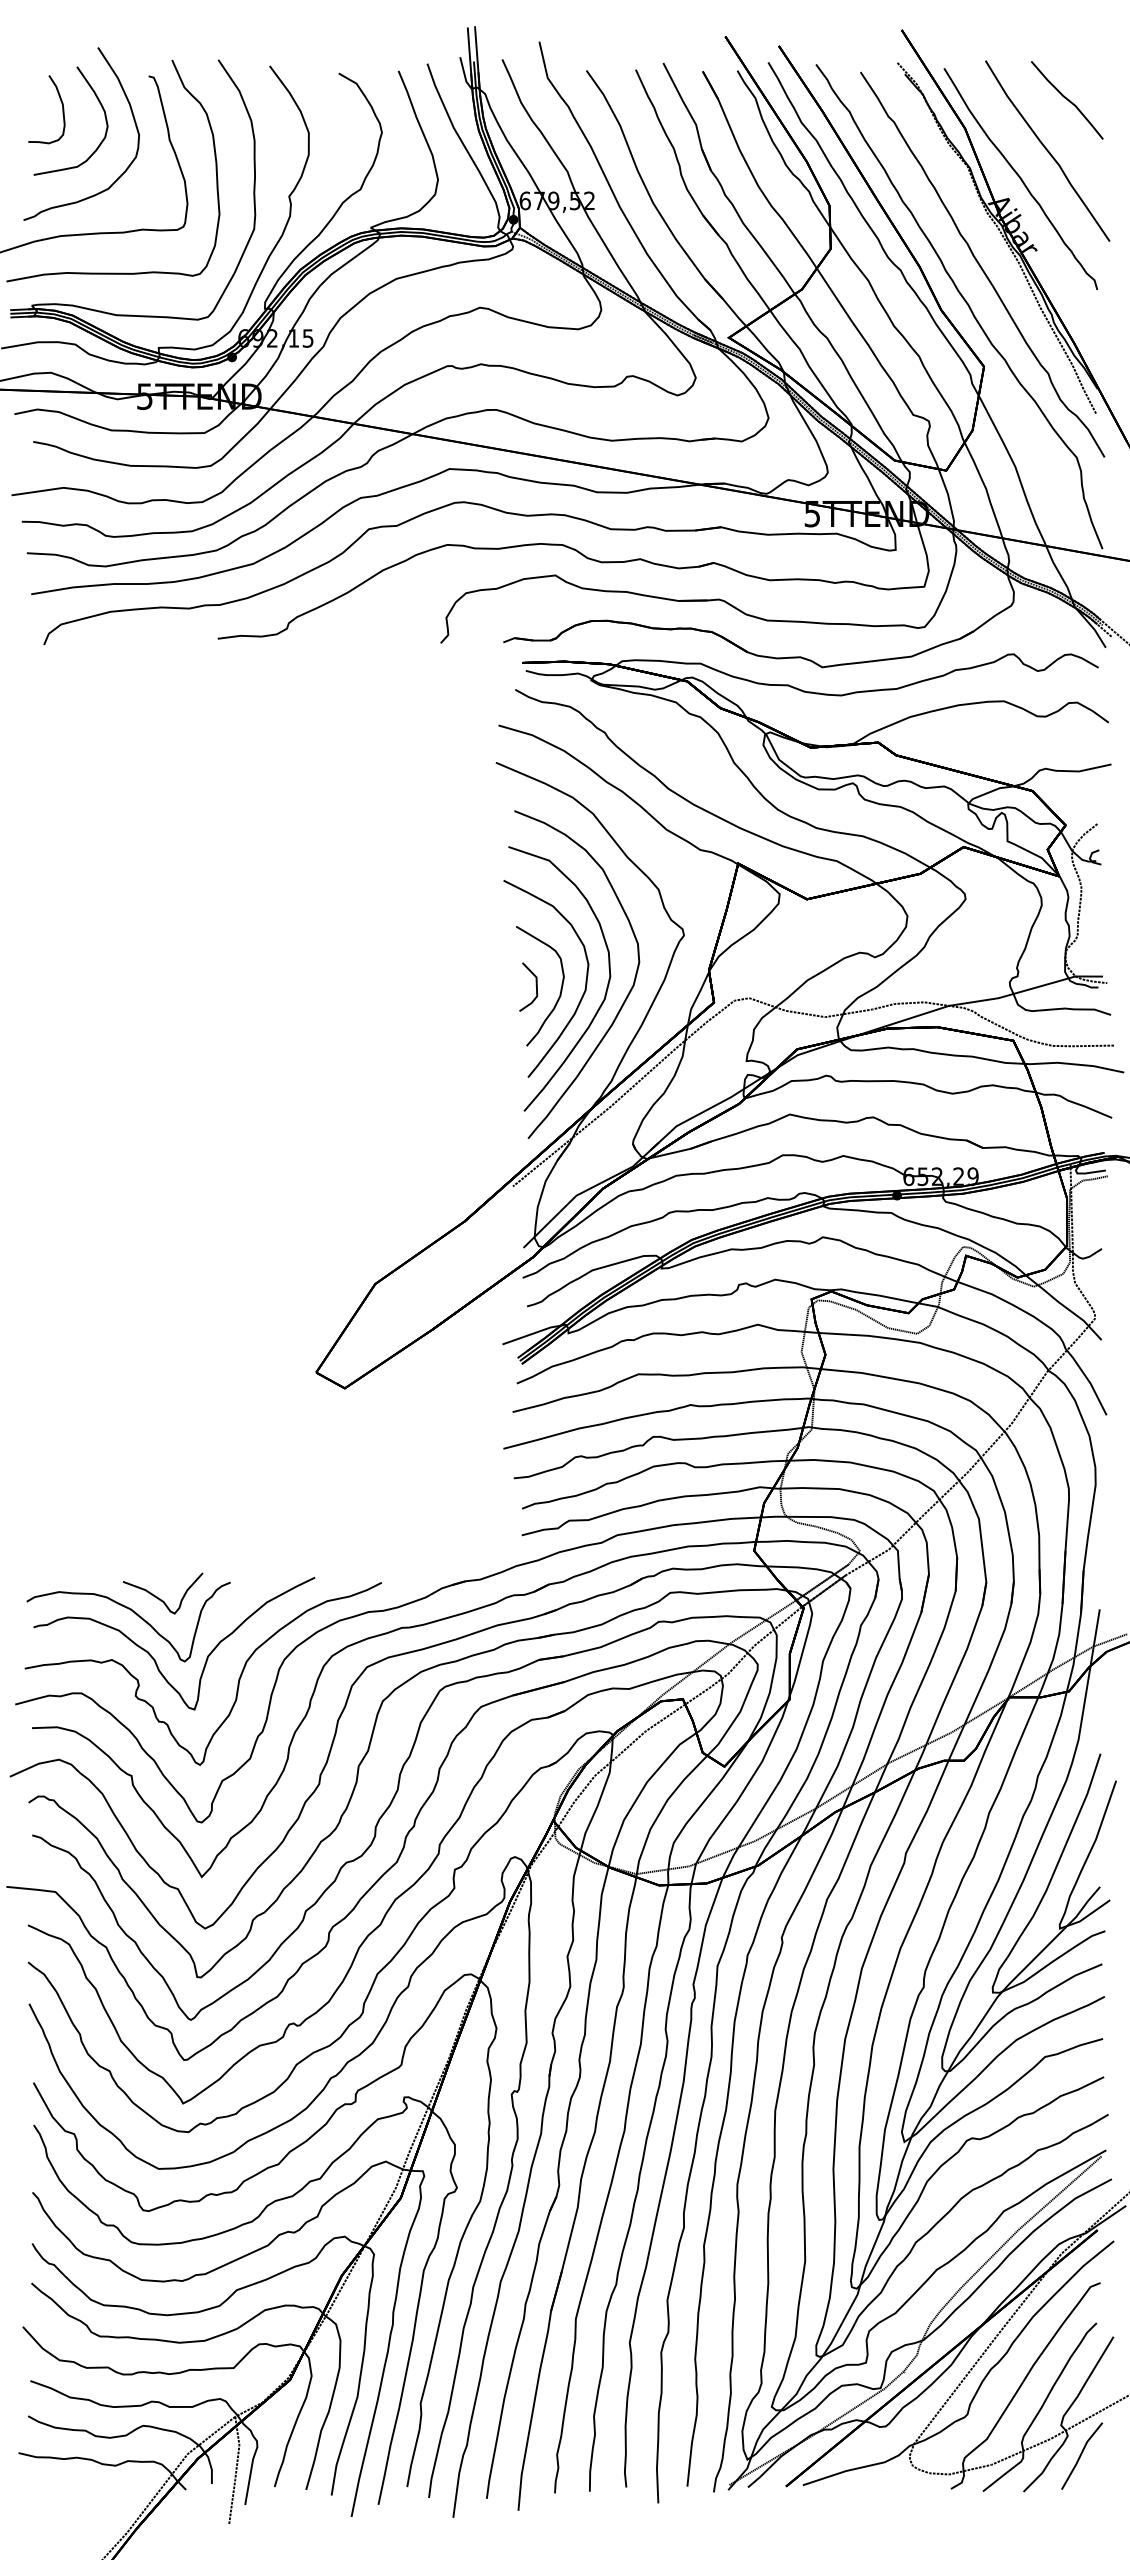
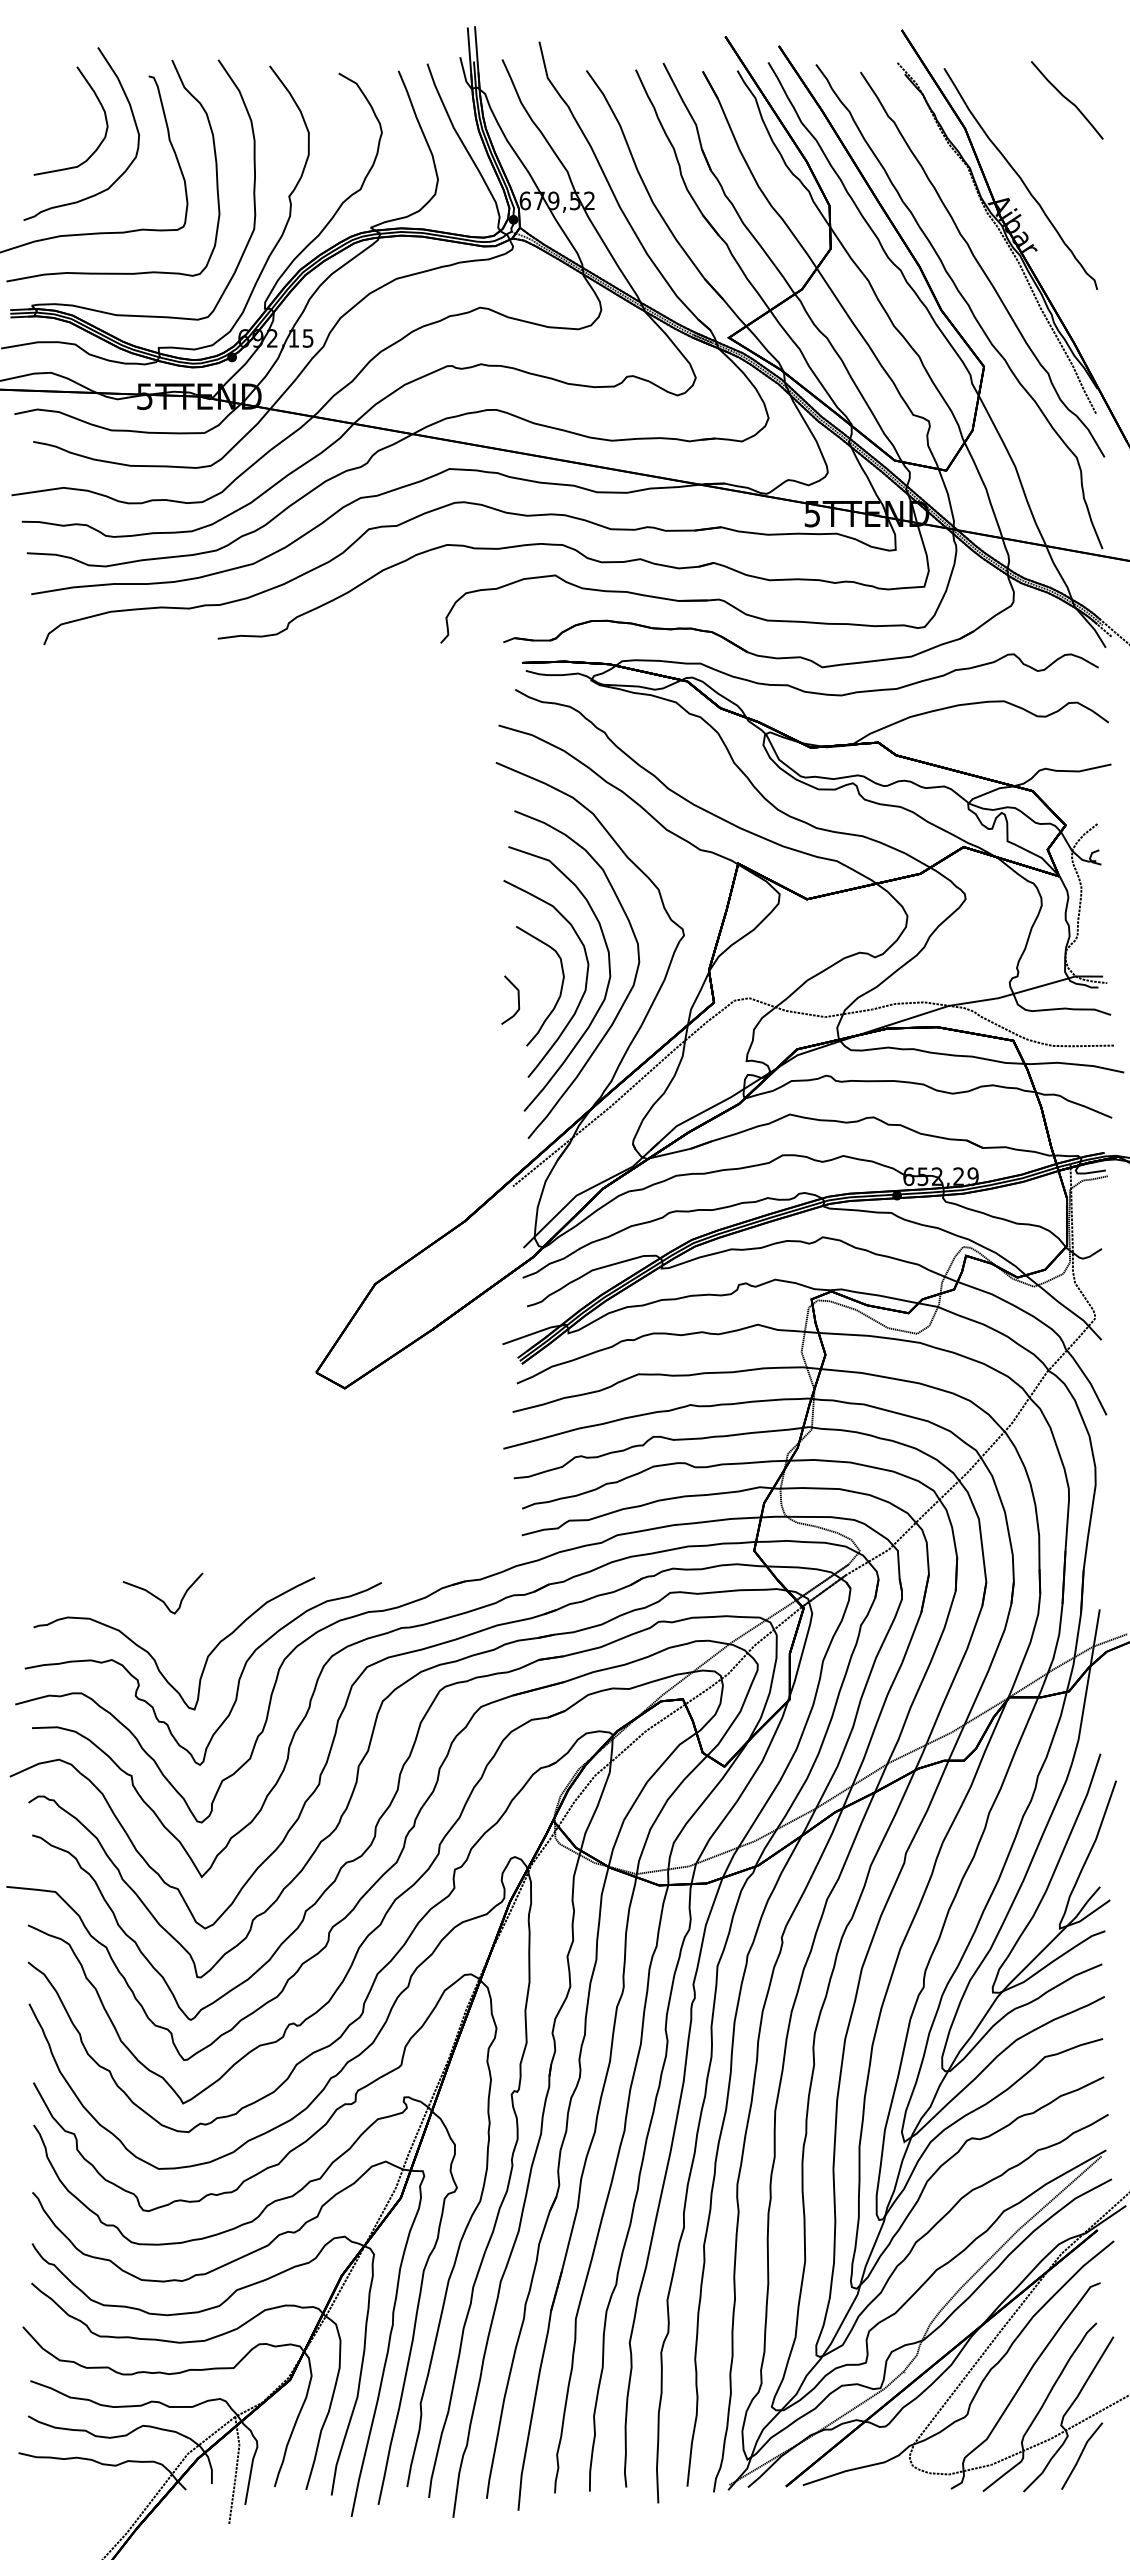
part at (61, 104): present -> none
part at (1047, 150): present -> none
line at (535, 985) position: (535, 985) -> (517, 998)
curve at (135, 1614): present -> none
